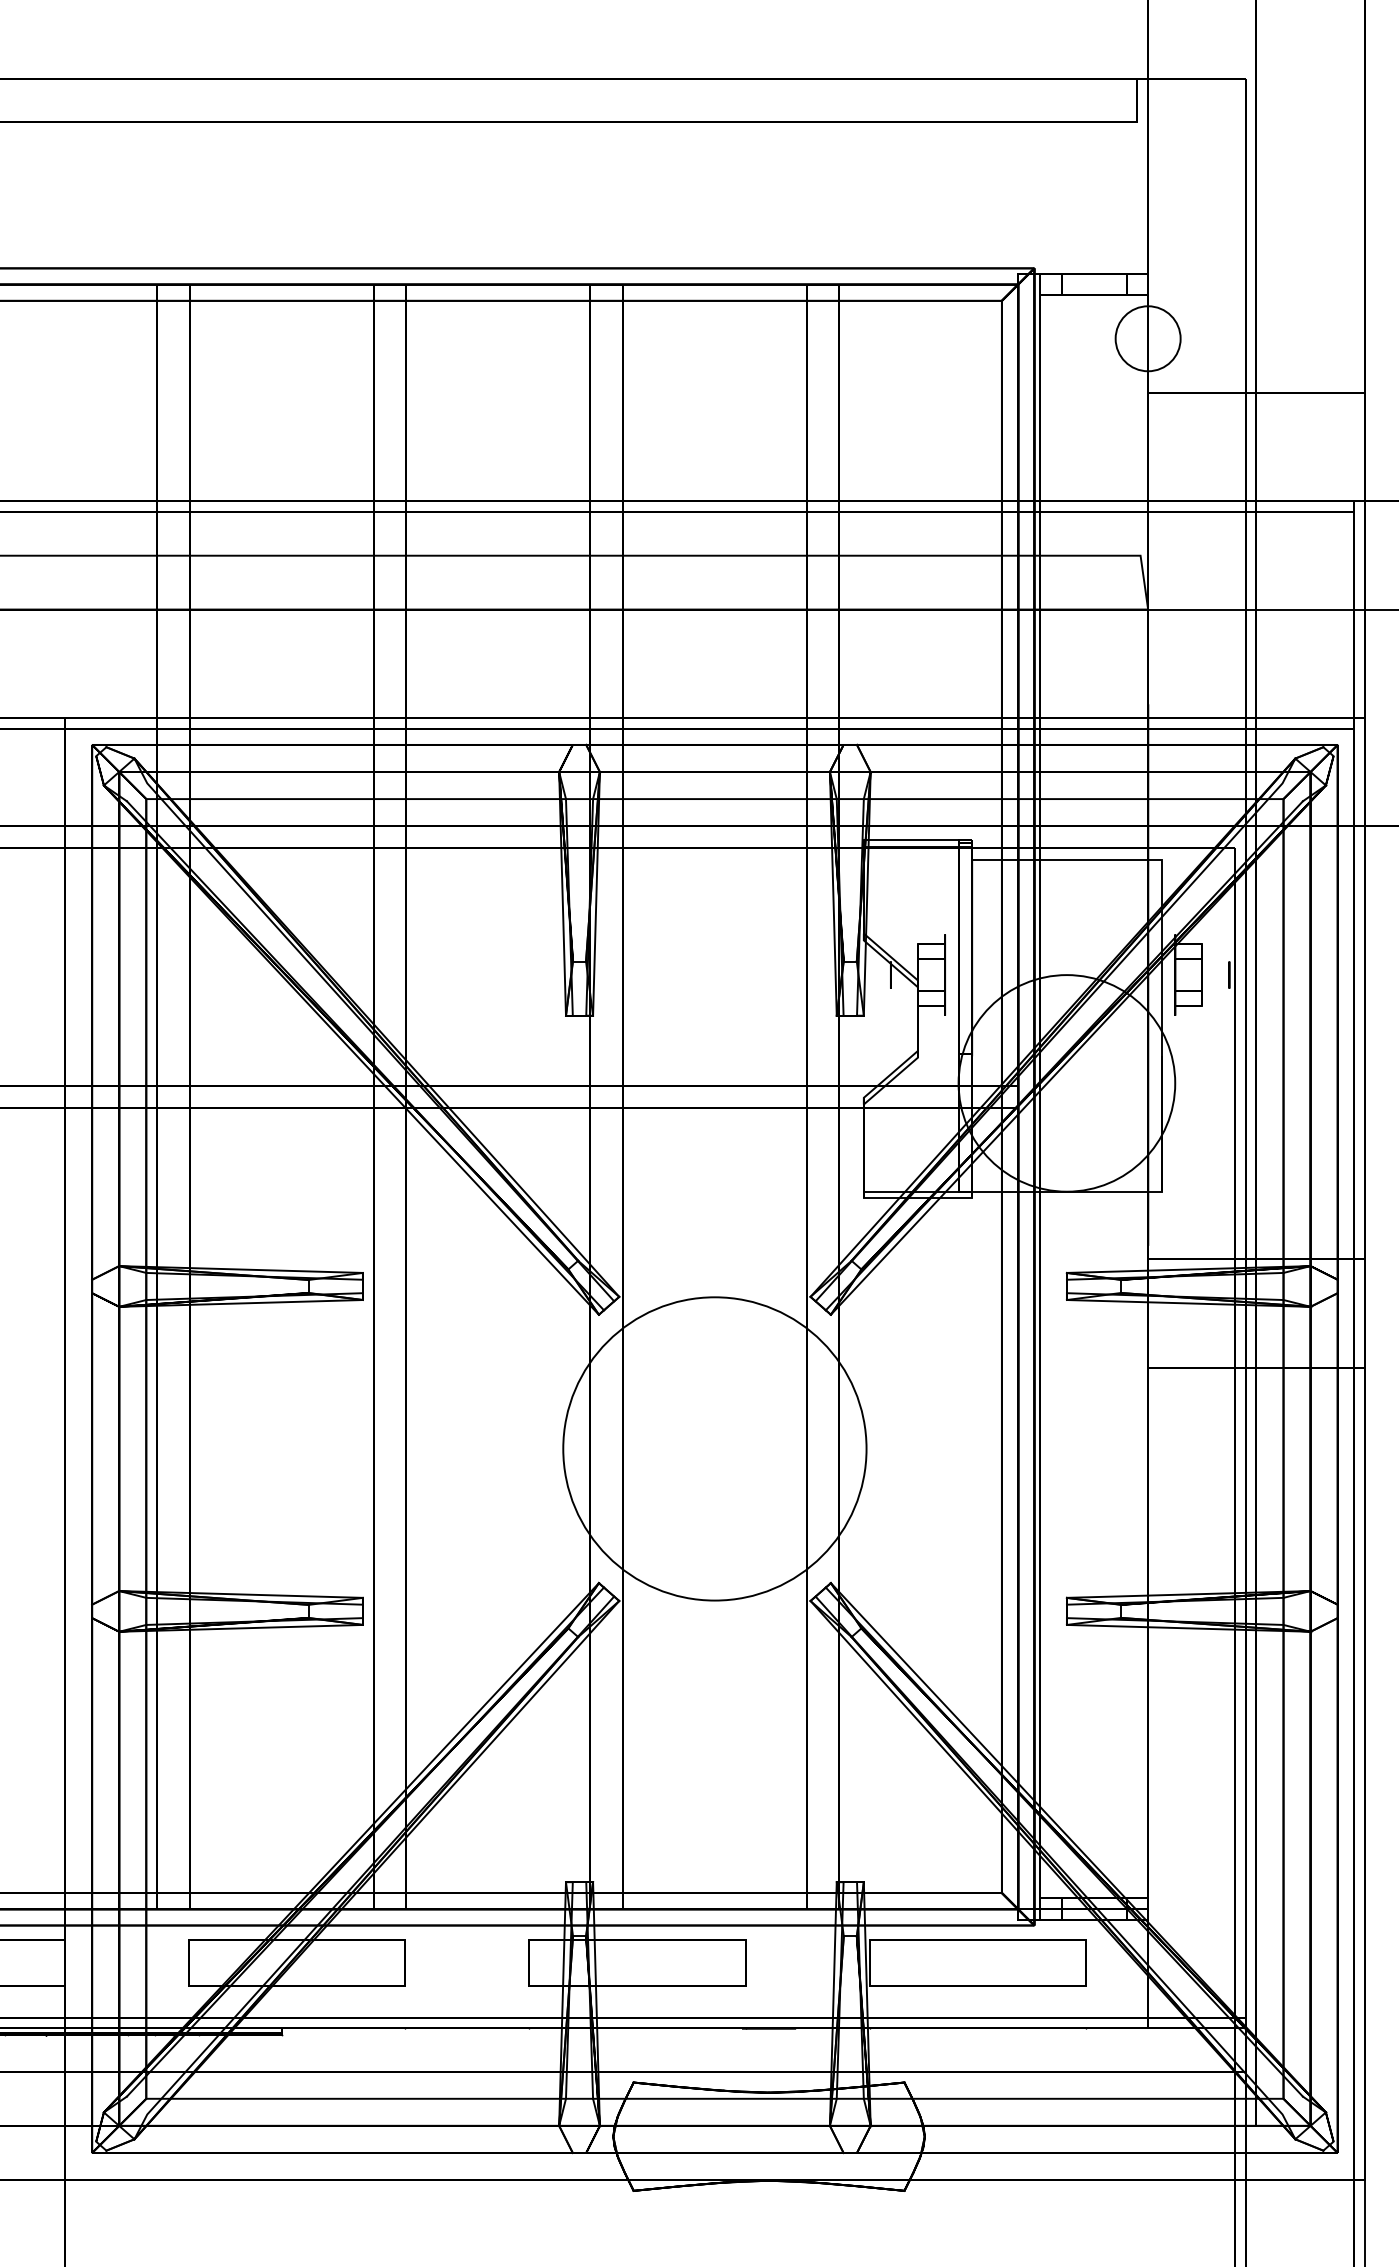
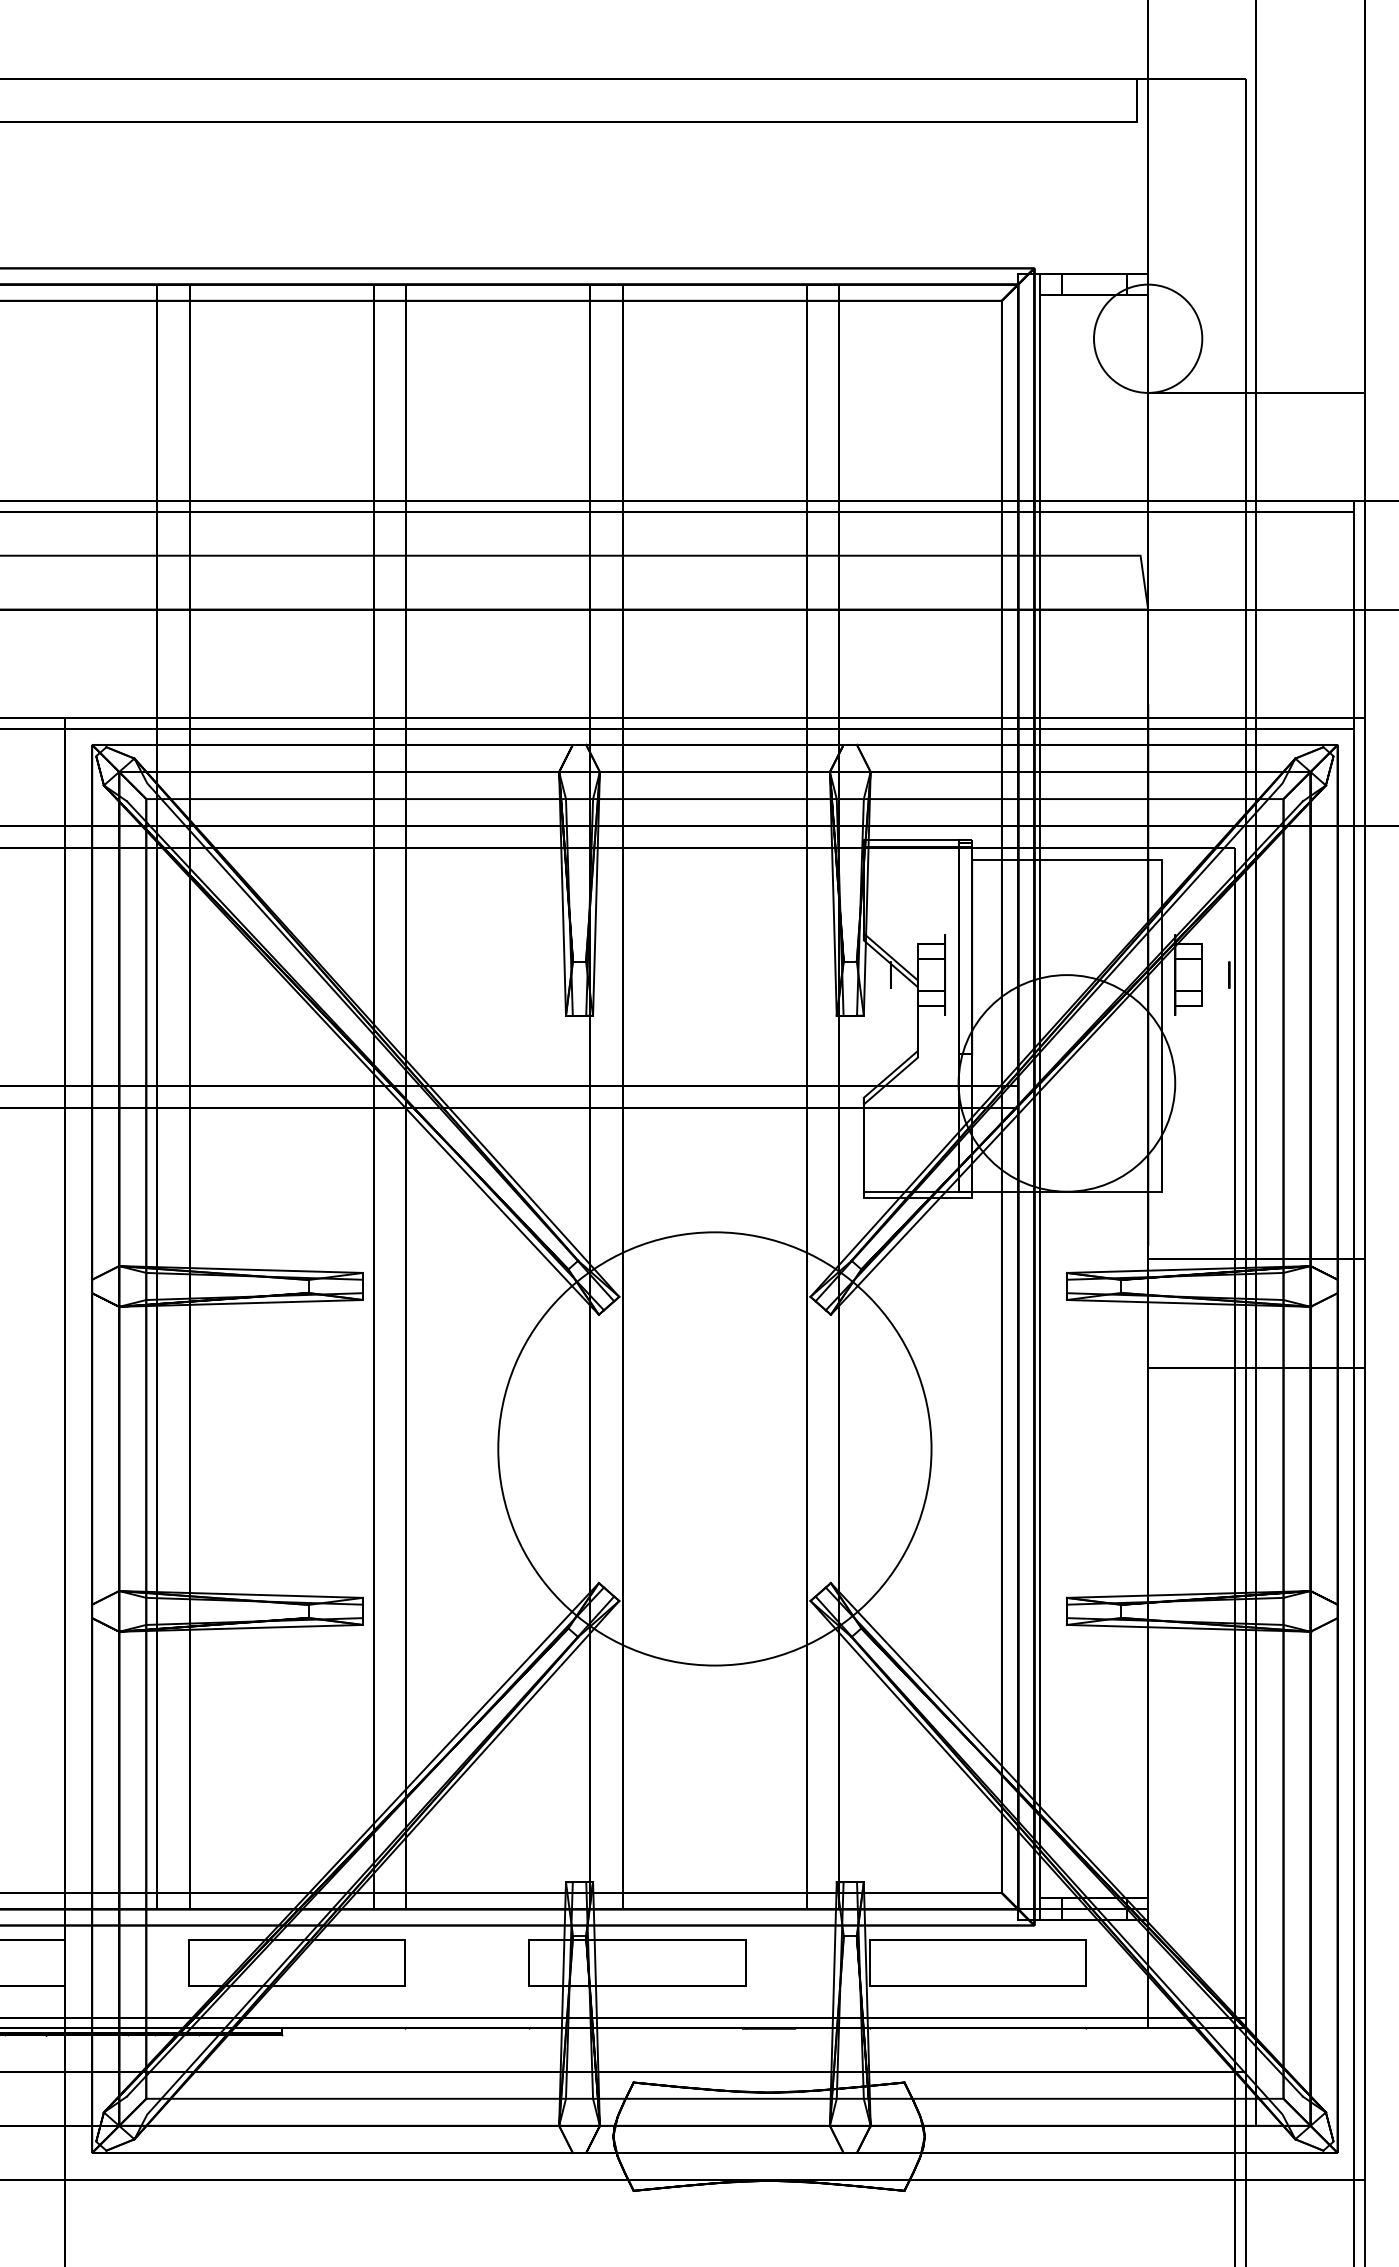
circle at (1147, 338) diameter: 65 px -> 108 px
circle at (714, 1448) diameter: 303 px -> 433 px
